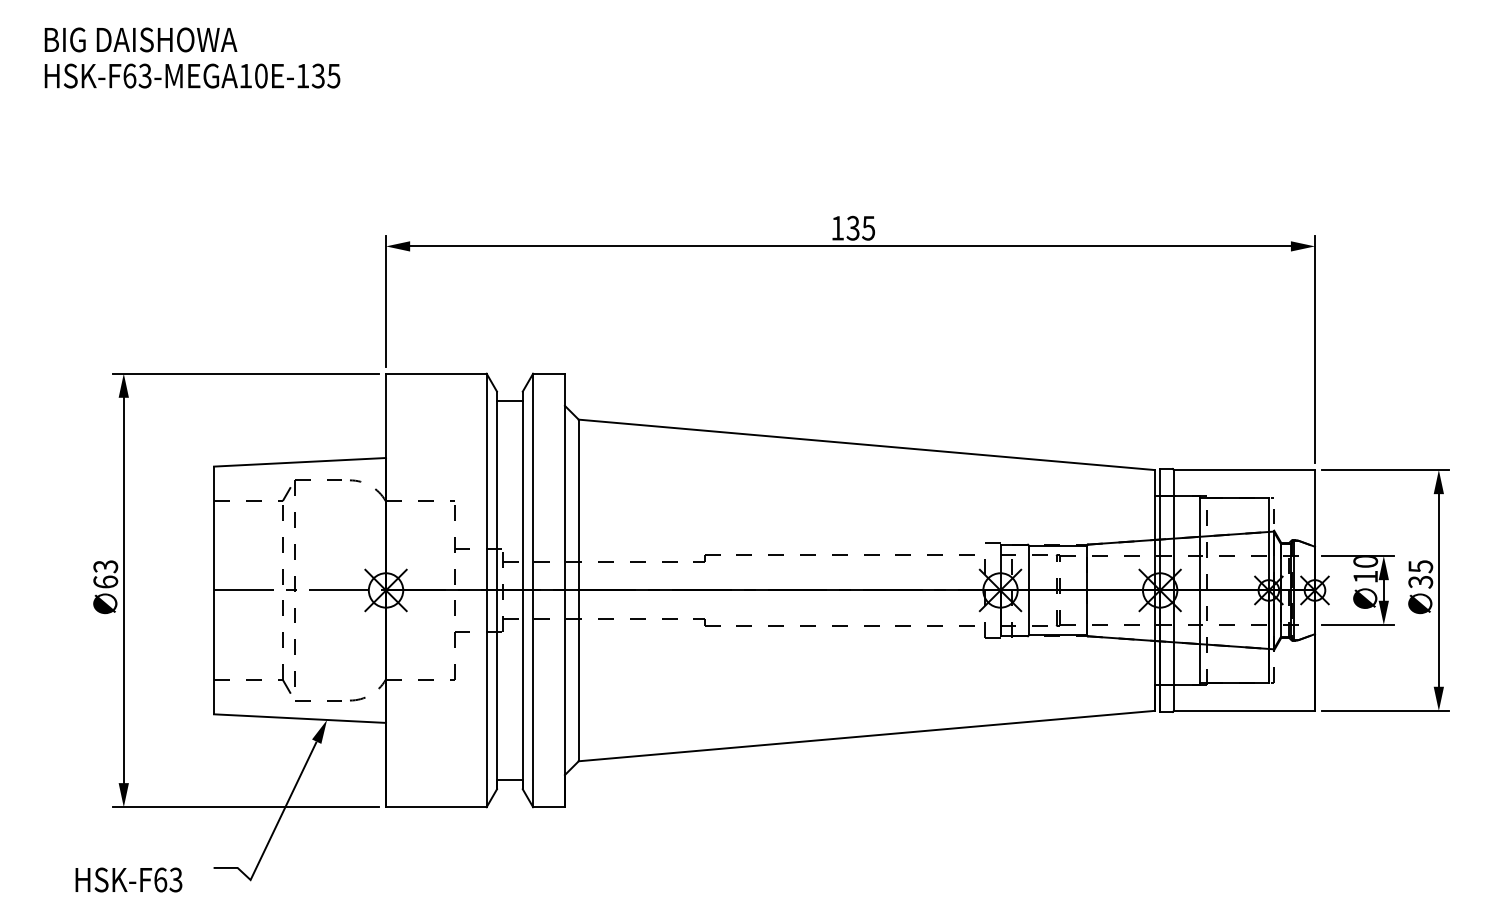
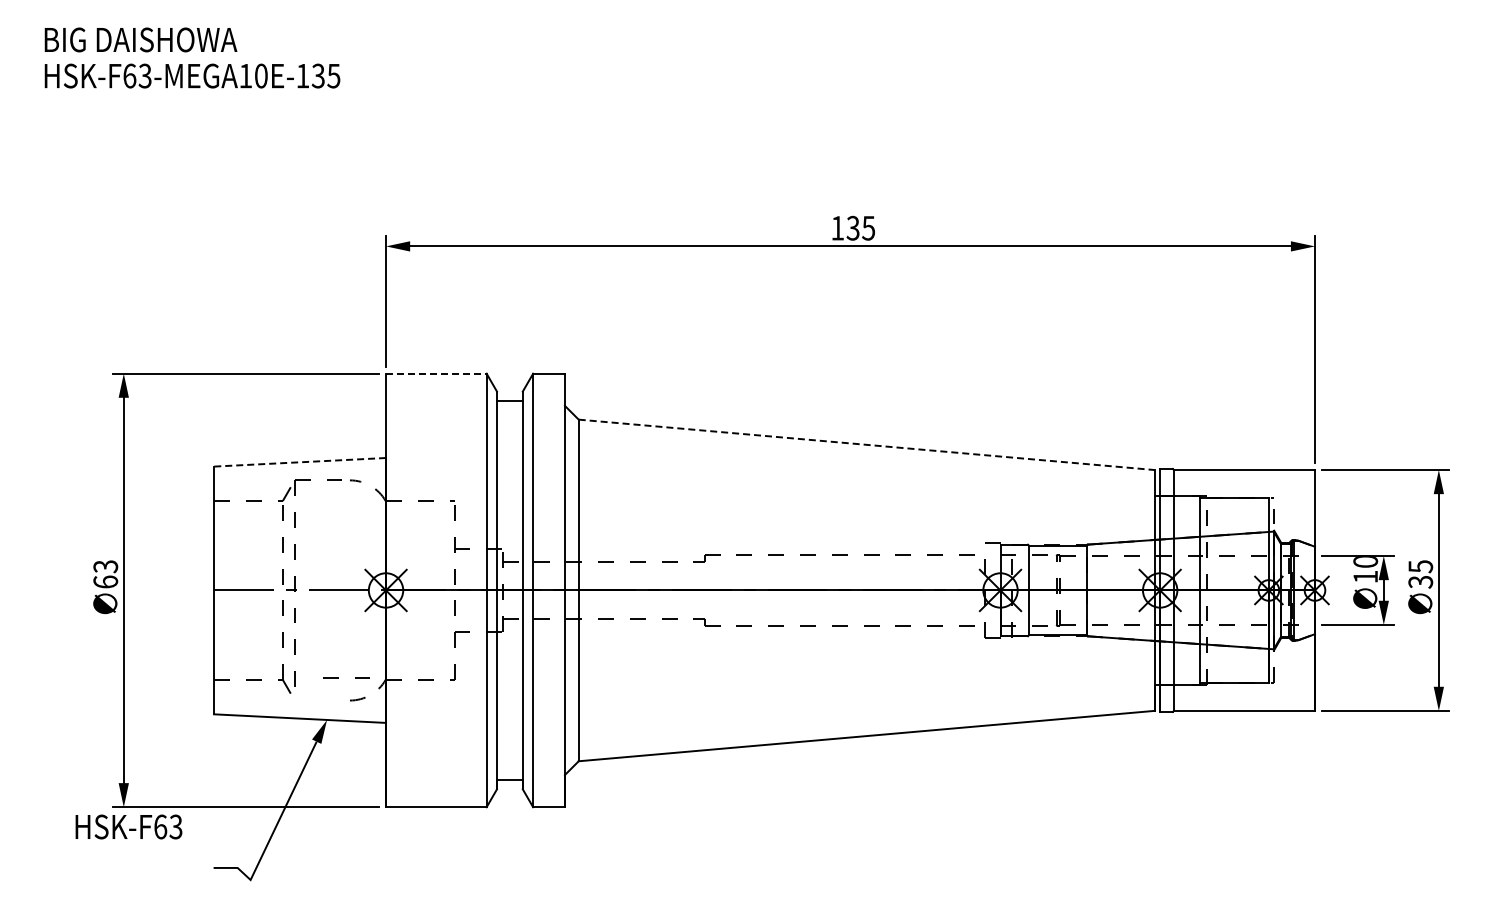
line at (436, 373): solid -> dashed
line at (867, 444): solid -> dashed
line at (299, 462): solid -> dashed
line at (310, 700) position: (310, 700) -> (338, 677)
text at (128, 879) position: (128, 879) -> (128, 826)
